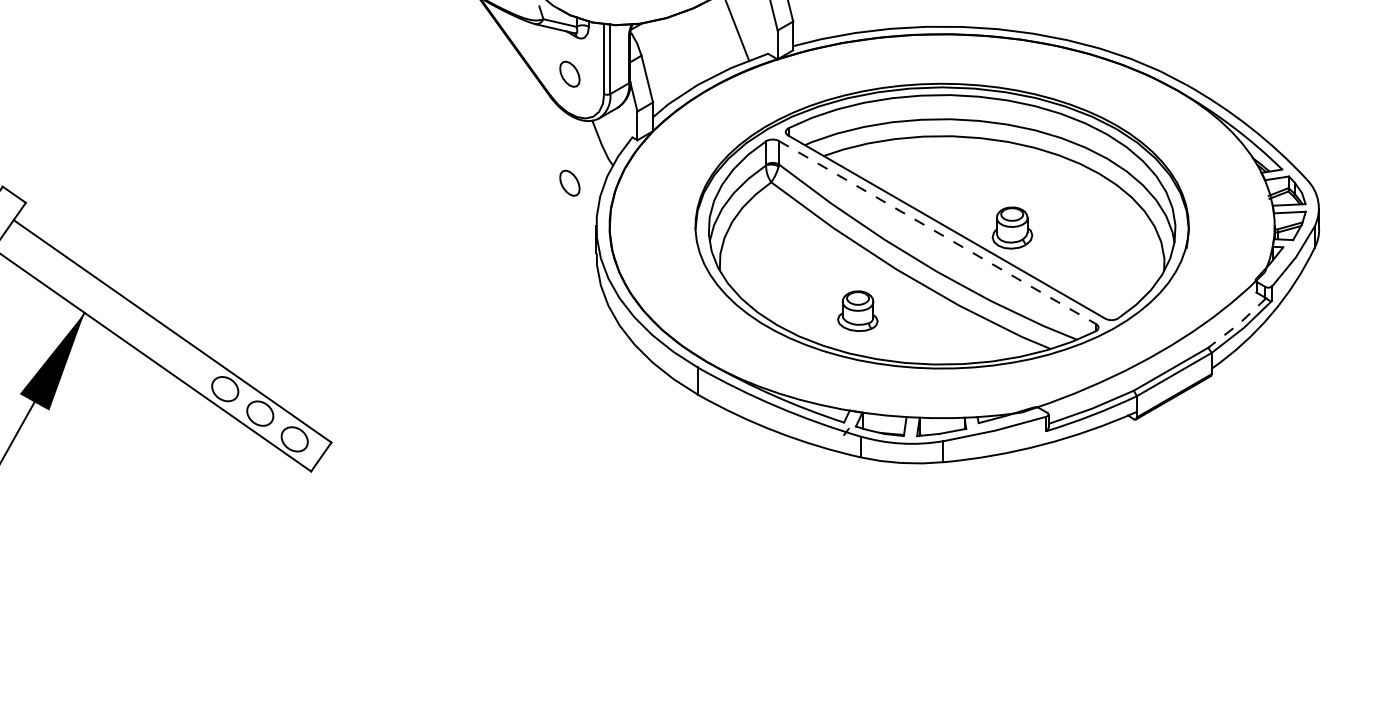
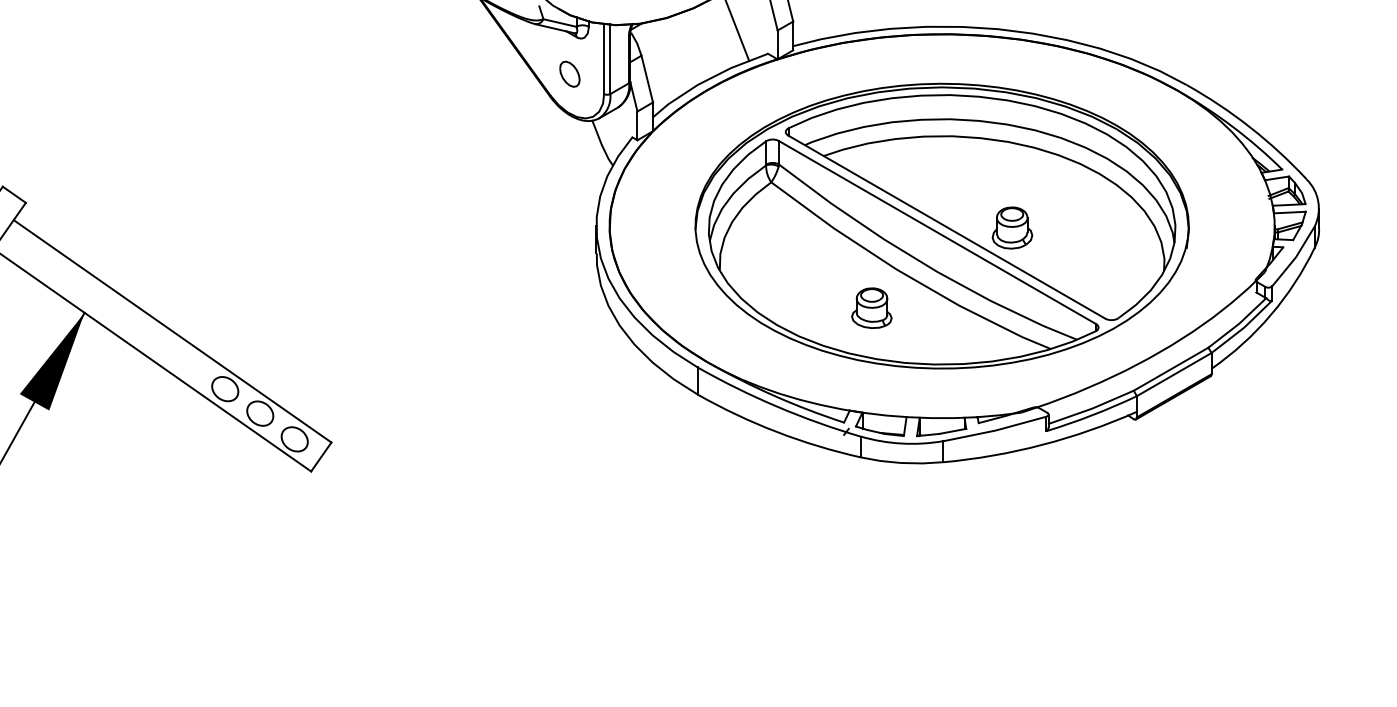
part at (569, 182): present -> none
line at (937, 232): dashed -> solid
part at (857, 310) position: (857, 310) -> (871, 307)
line at (1238, 324): dashed -> solid
